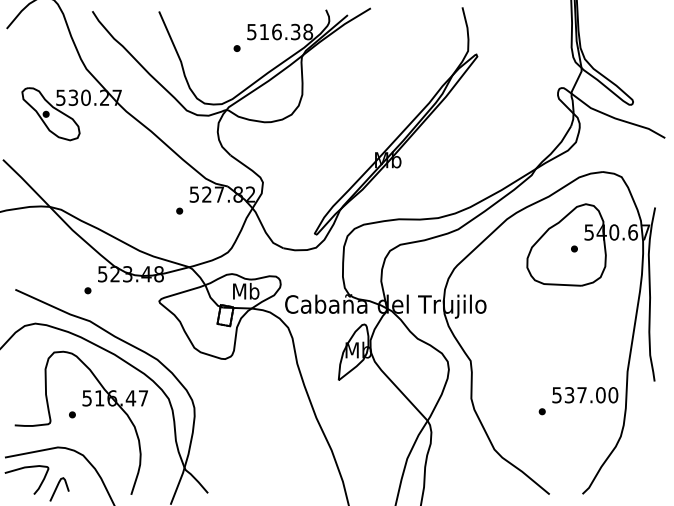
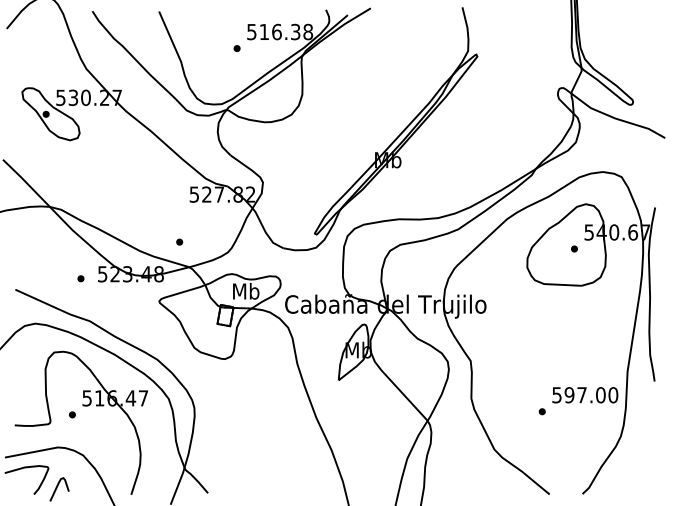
part at (179, 210) position: (179, 210) -> (179, 241)
part at (87, 290) position: (87, 290) -> (80, 278)
text at (569, 395): 537.00 -> 597.00
